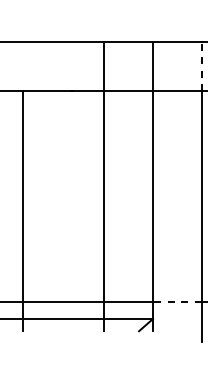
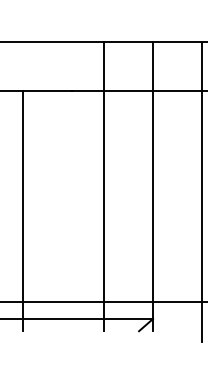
line at (201, 66): dashed -> solid
line at (176, 301): dashed -> solid
